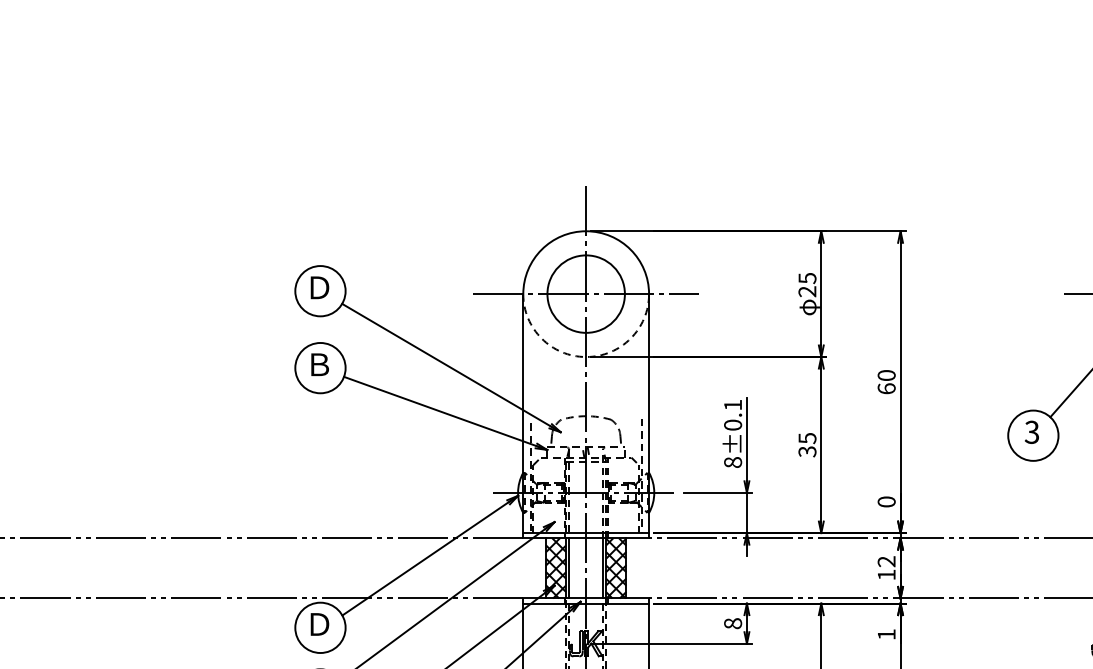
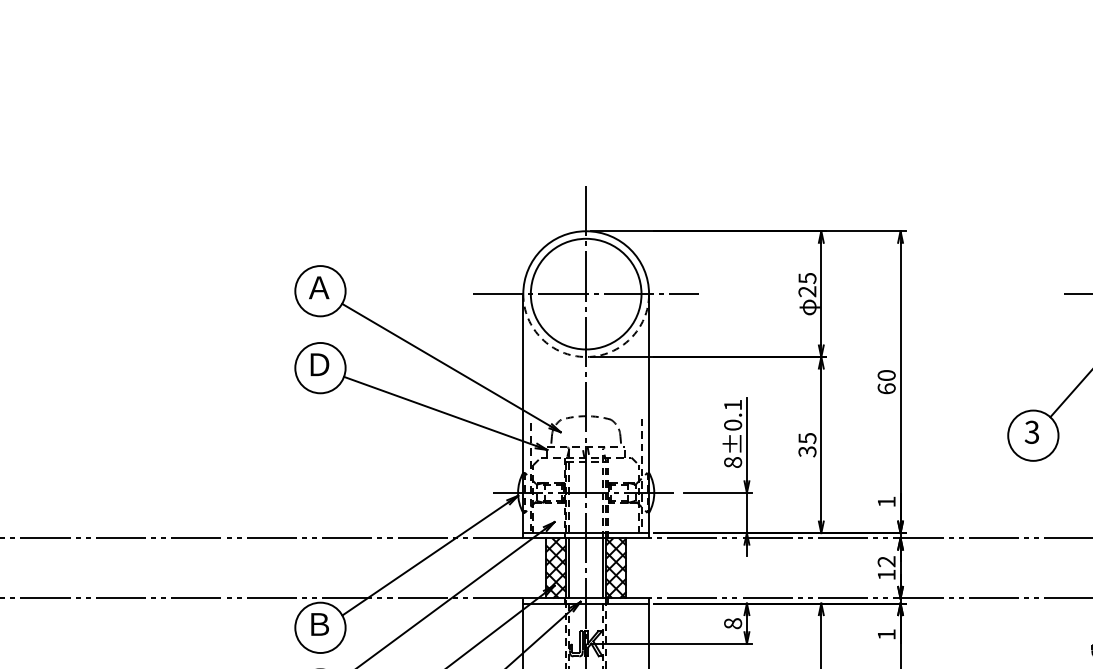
text at (319, 287): Ｄ -> Ａ
circle at (585, 293) diameter: 77 px -> 111 px
text at (319, 364): Ｂ -> Ｄ
text at (886, 501): 0 -> 1
text at (319, 624): Ｄ -> Ｂ
